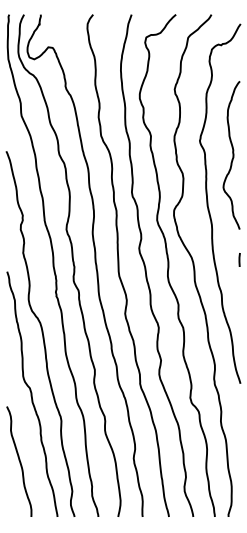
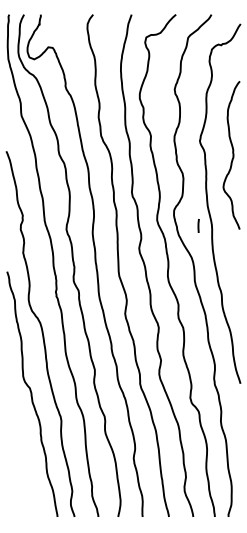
line at (239, 259) position: (239, 259) -> (198, 225)
curve at (19, 461): present -> none
